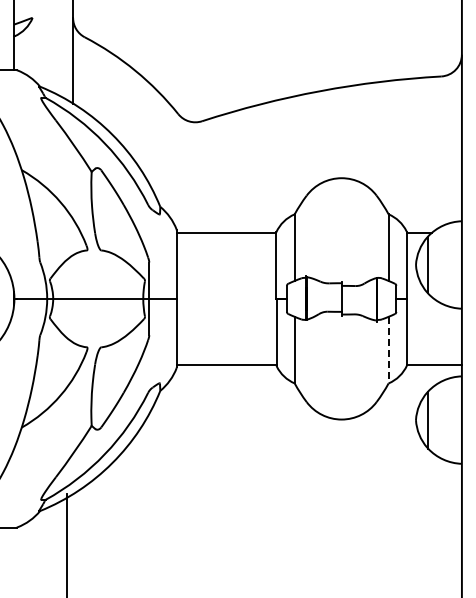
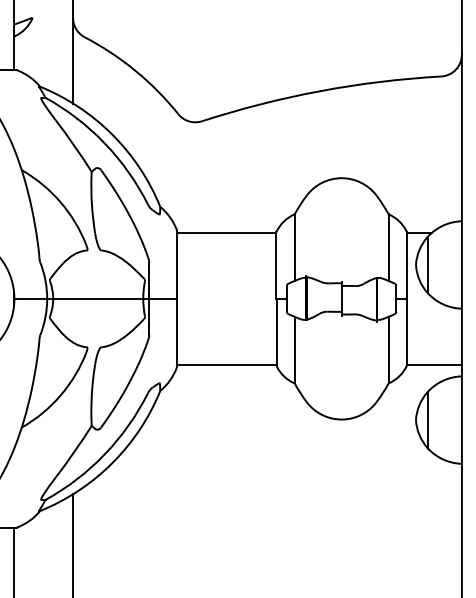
line at (388, 350): dashed -> solid
line at (67, 544) position: (67, 544) -> (73, 544)
line at (14, 560): none -> present
